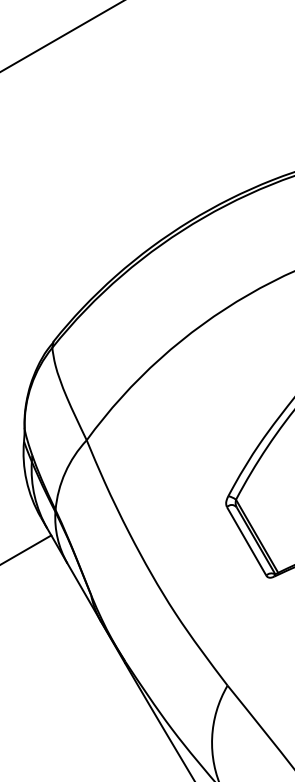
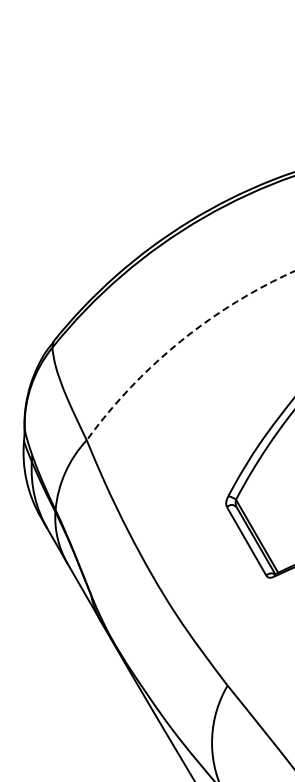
line at (61, 36): present -> none
arc at (180, 341): solid -> dashed
line at (26, 549): present -> none
